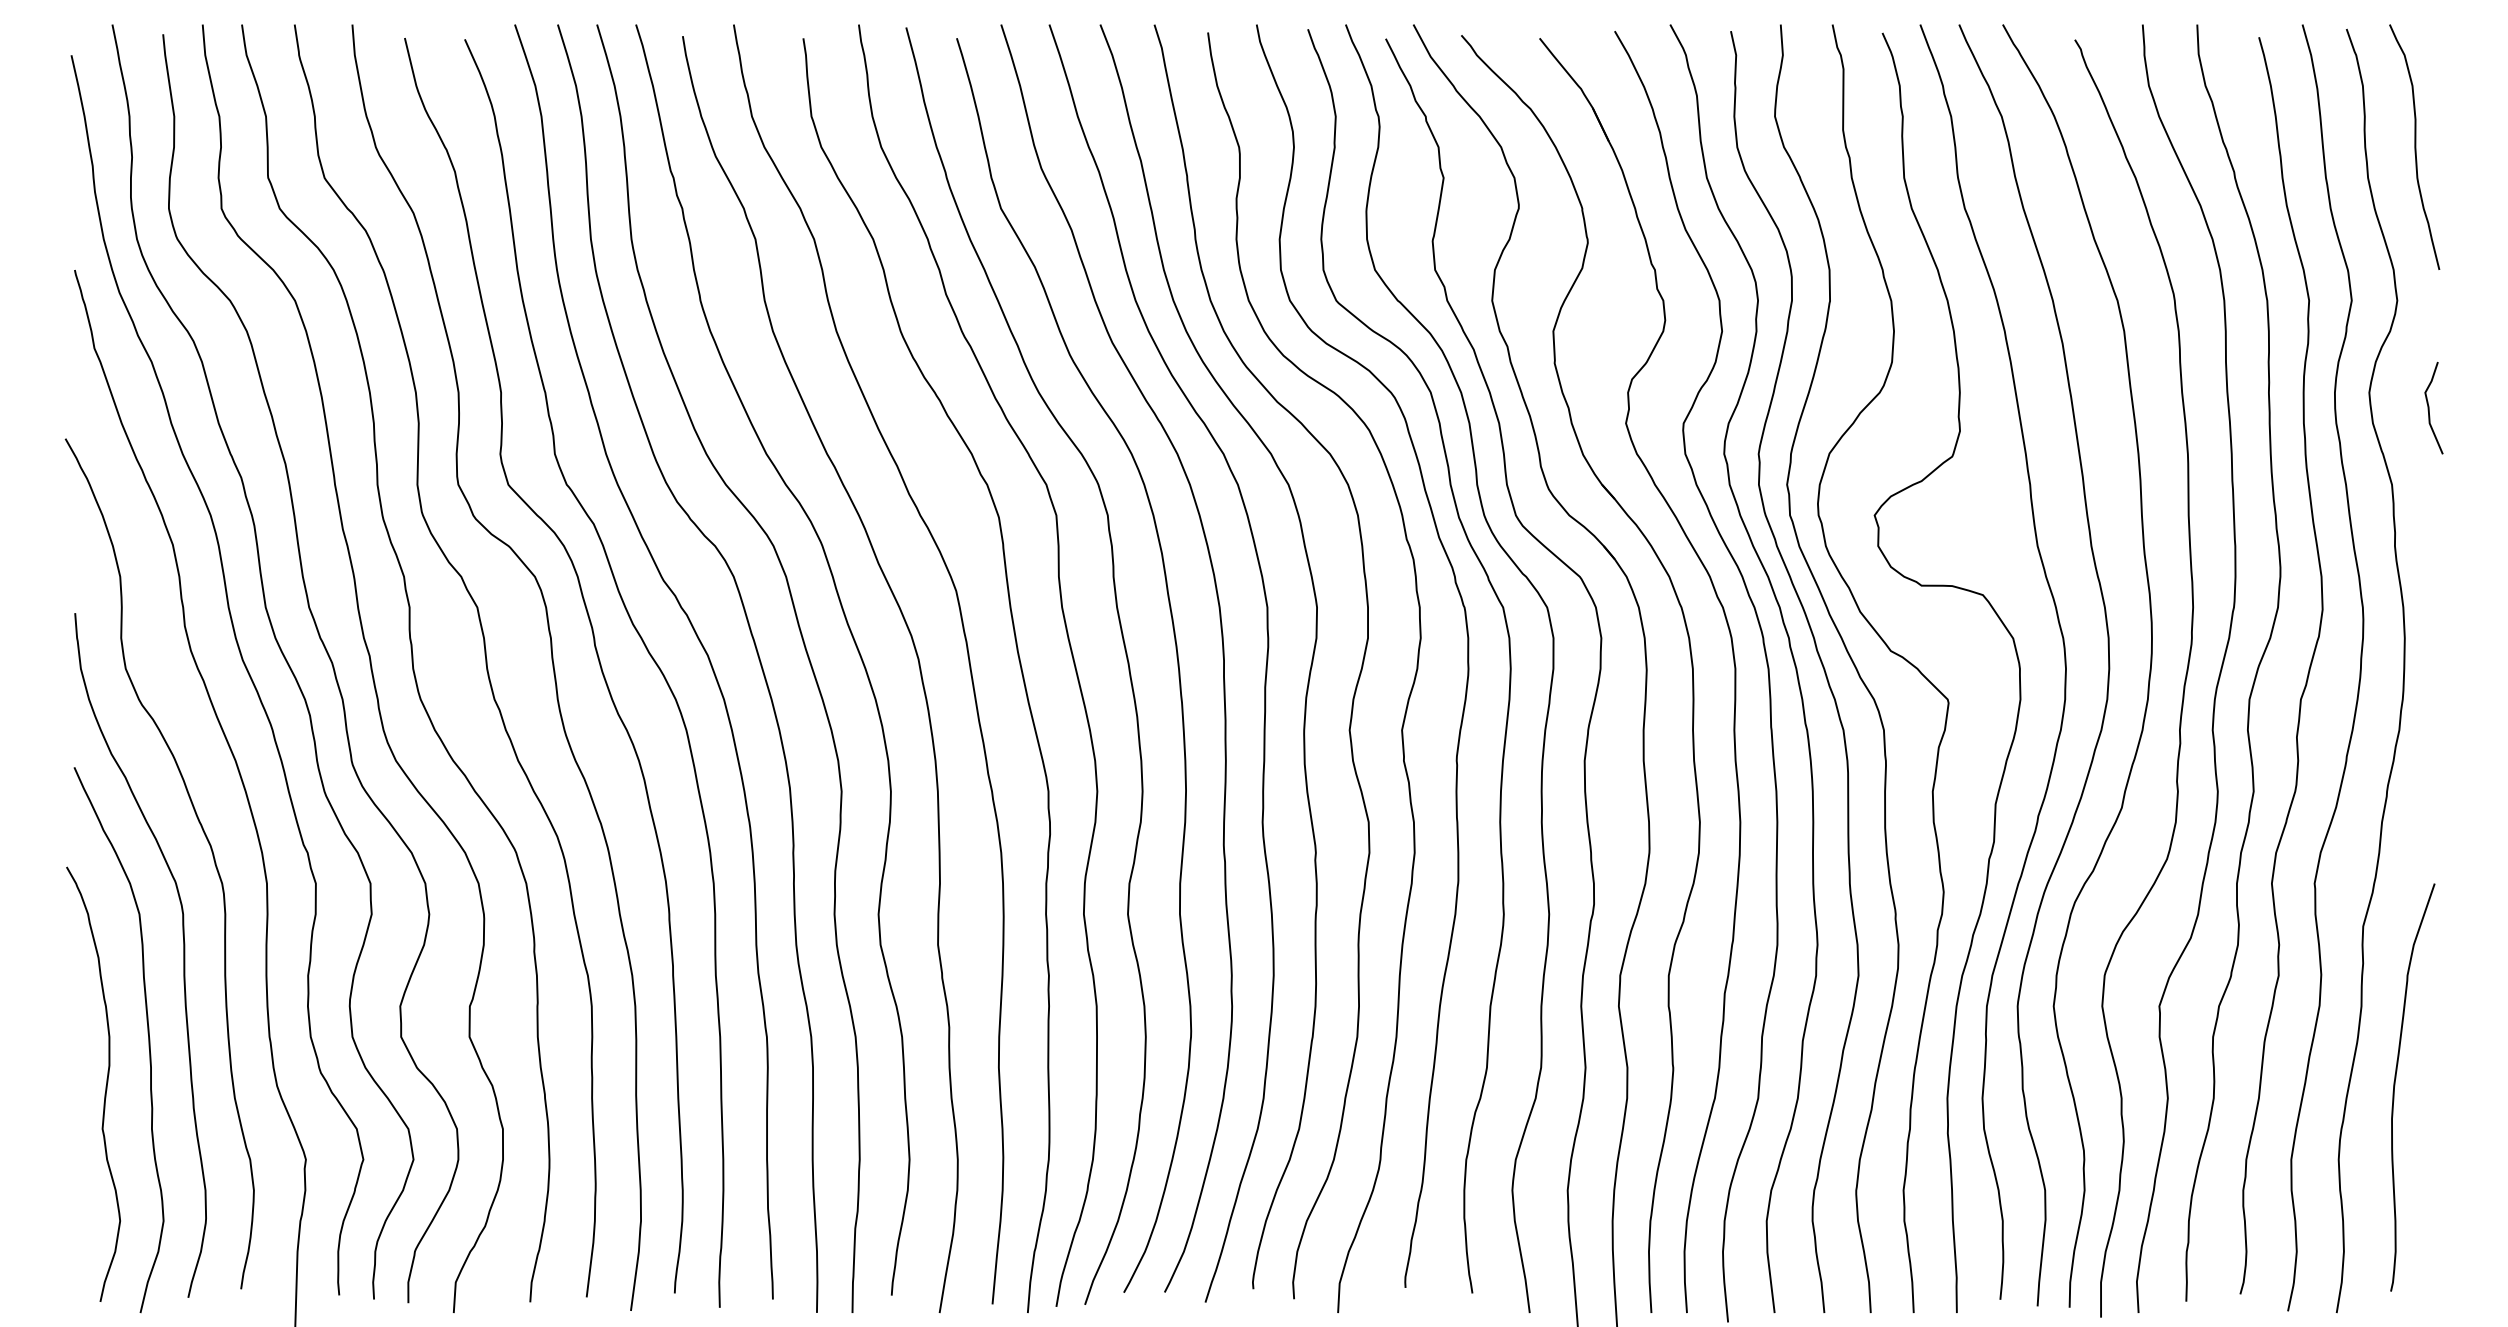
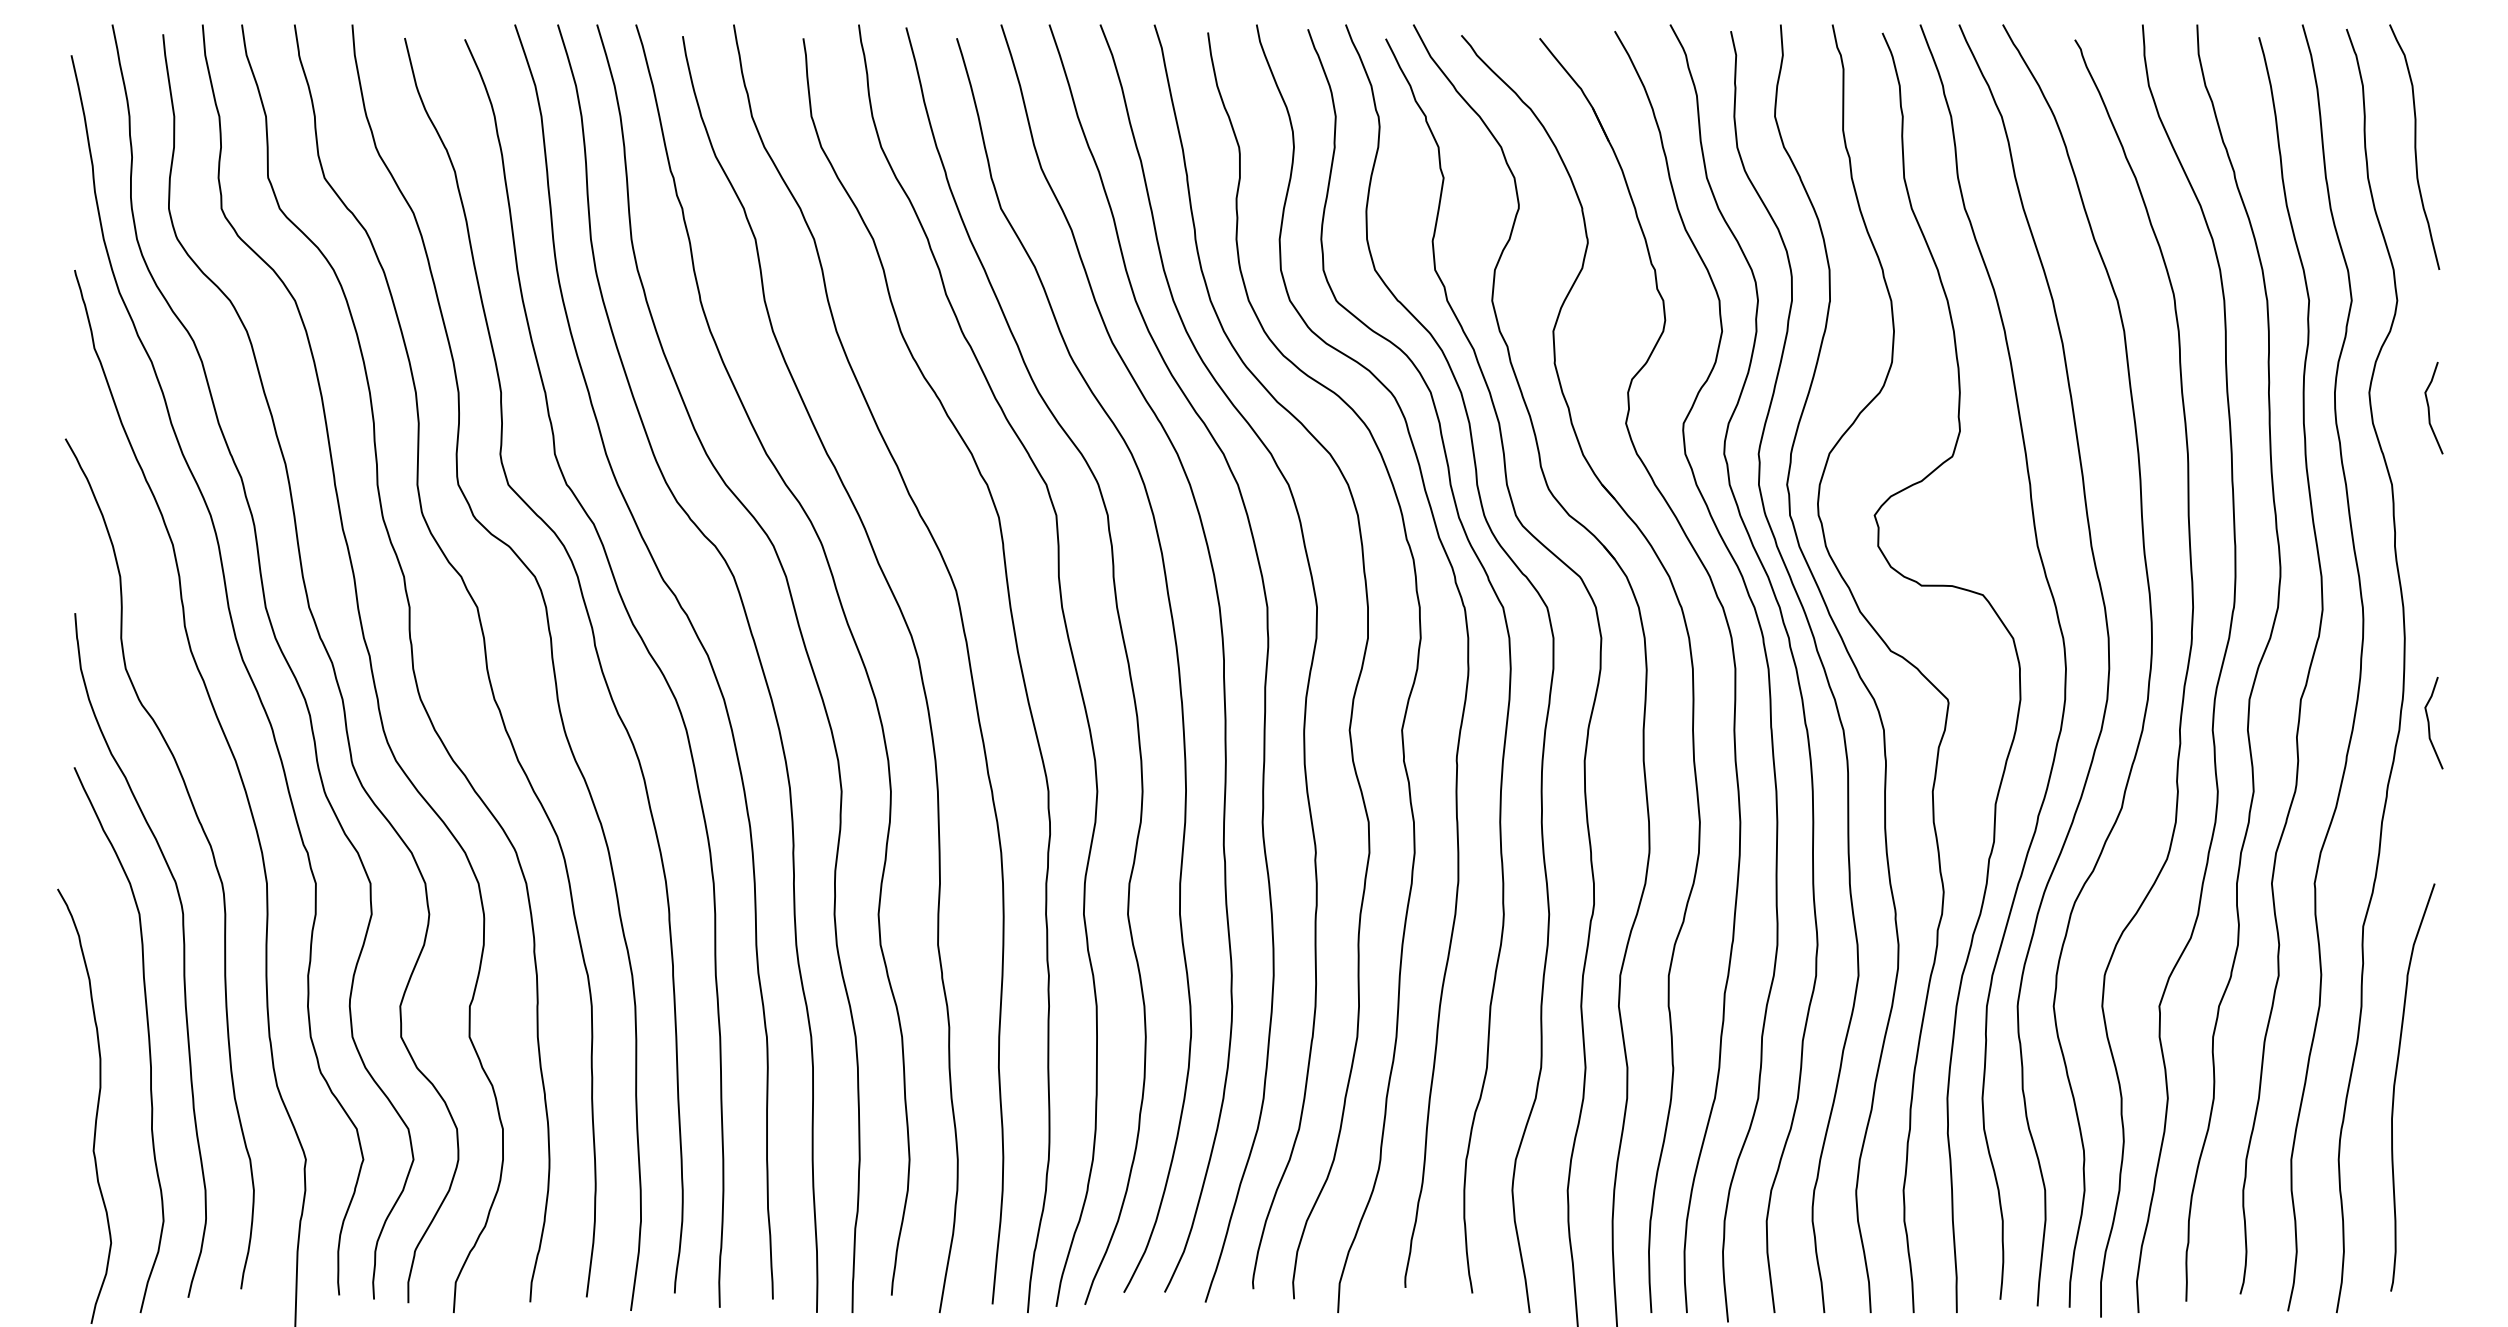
curve at (2429, 722): none -> present
curve at (105, 1086) position: (105, 1086) -> (96, 1108)
